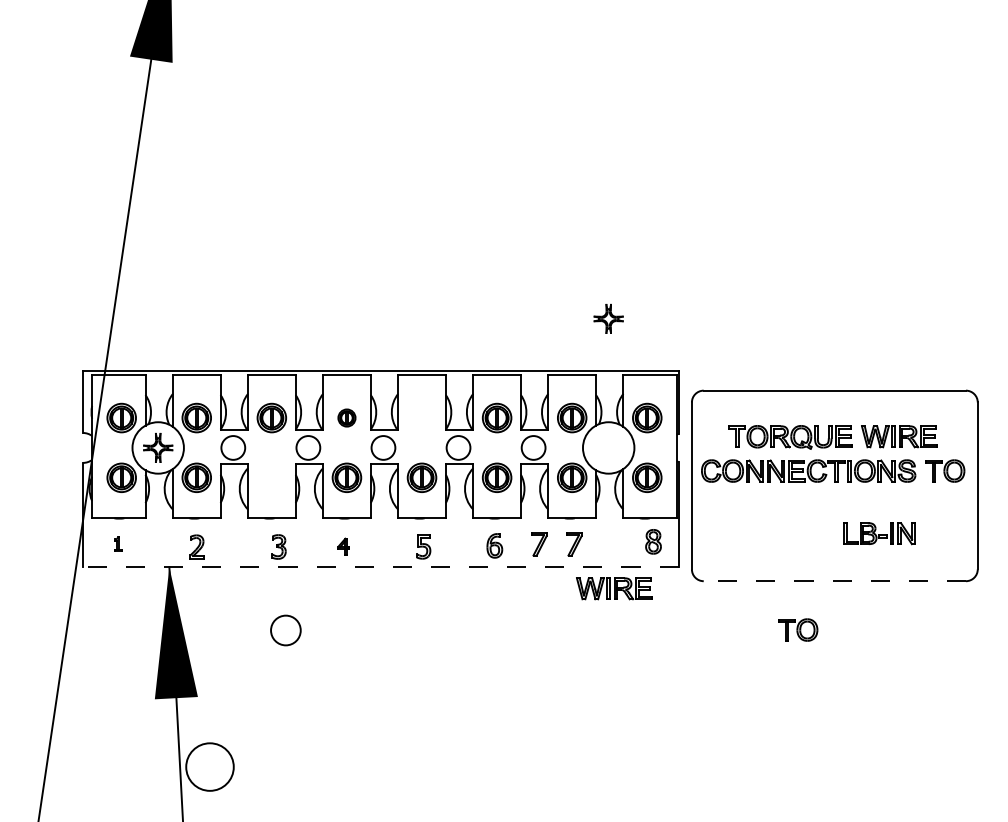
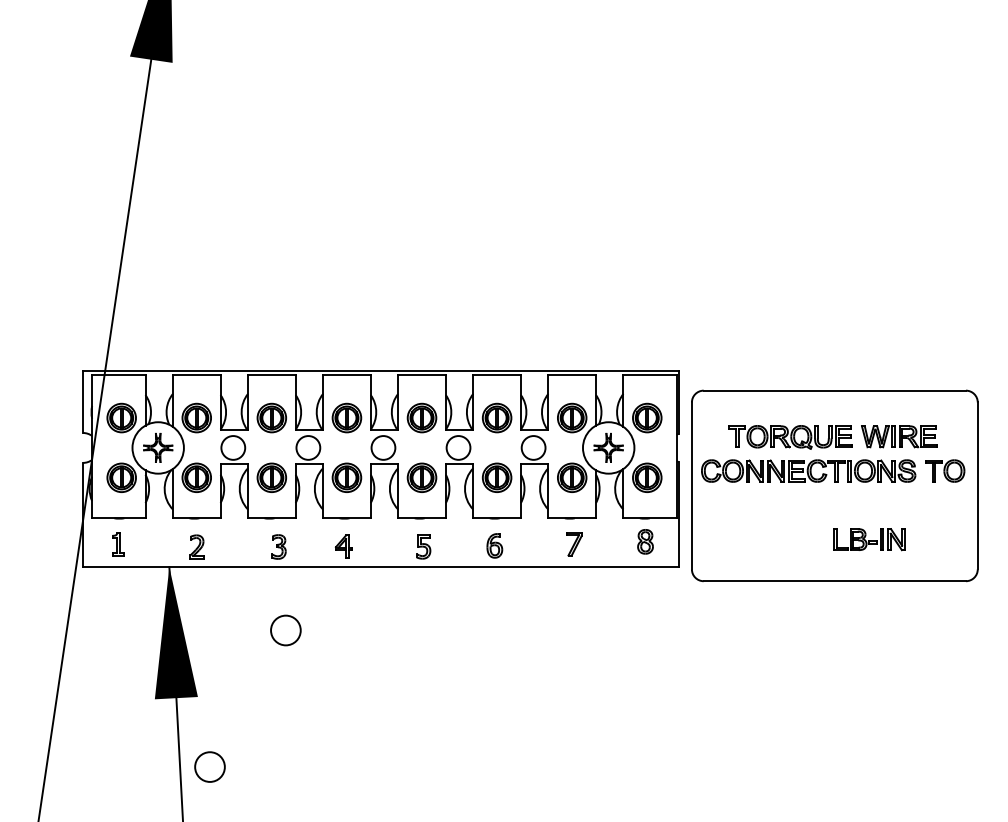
part at (608, 318) position: (608, 318) -> (608, 447)
part at (346, 417) size: 20x20 px -> 32x32 px
part at (421, 417): none -> present
part at (271, 477): none -> present
part at (879, 533) position: (879, 533) -> (869, 539)
part at (653, 541) position: (653, 541) -> (645, 541)
part at (118, 543) size: 9x16 px -> 13x25 px
part at (539, 544): present -> none
part at (343, 546) size: 13x19 px -> 19x25 px
line at (380, 567): dashed -> solid
line at (834, 581): dashed -> solid
part at (614, 588): present -> none
part at (798, 629): present -> none
circle at (209, 766) diameter: 48 px -> 30 px
